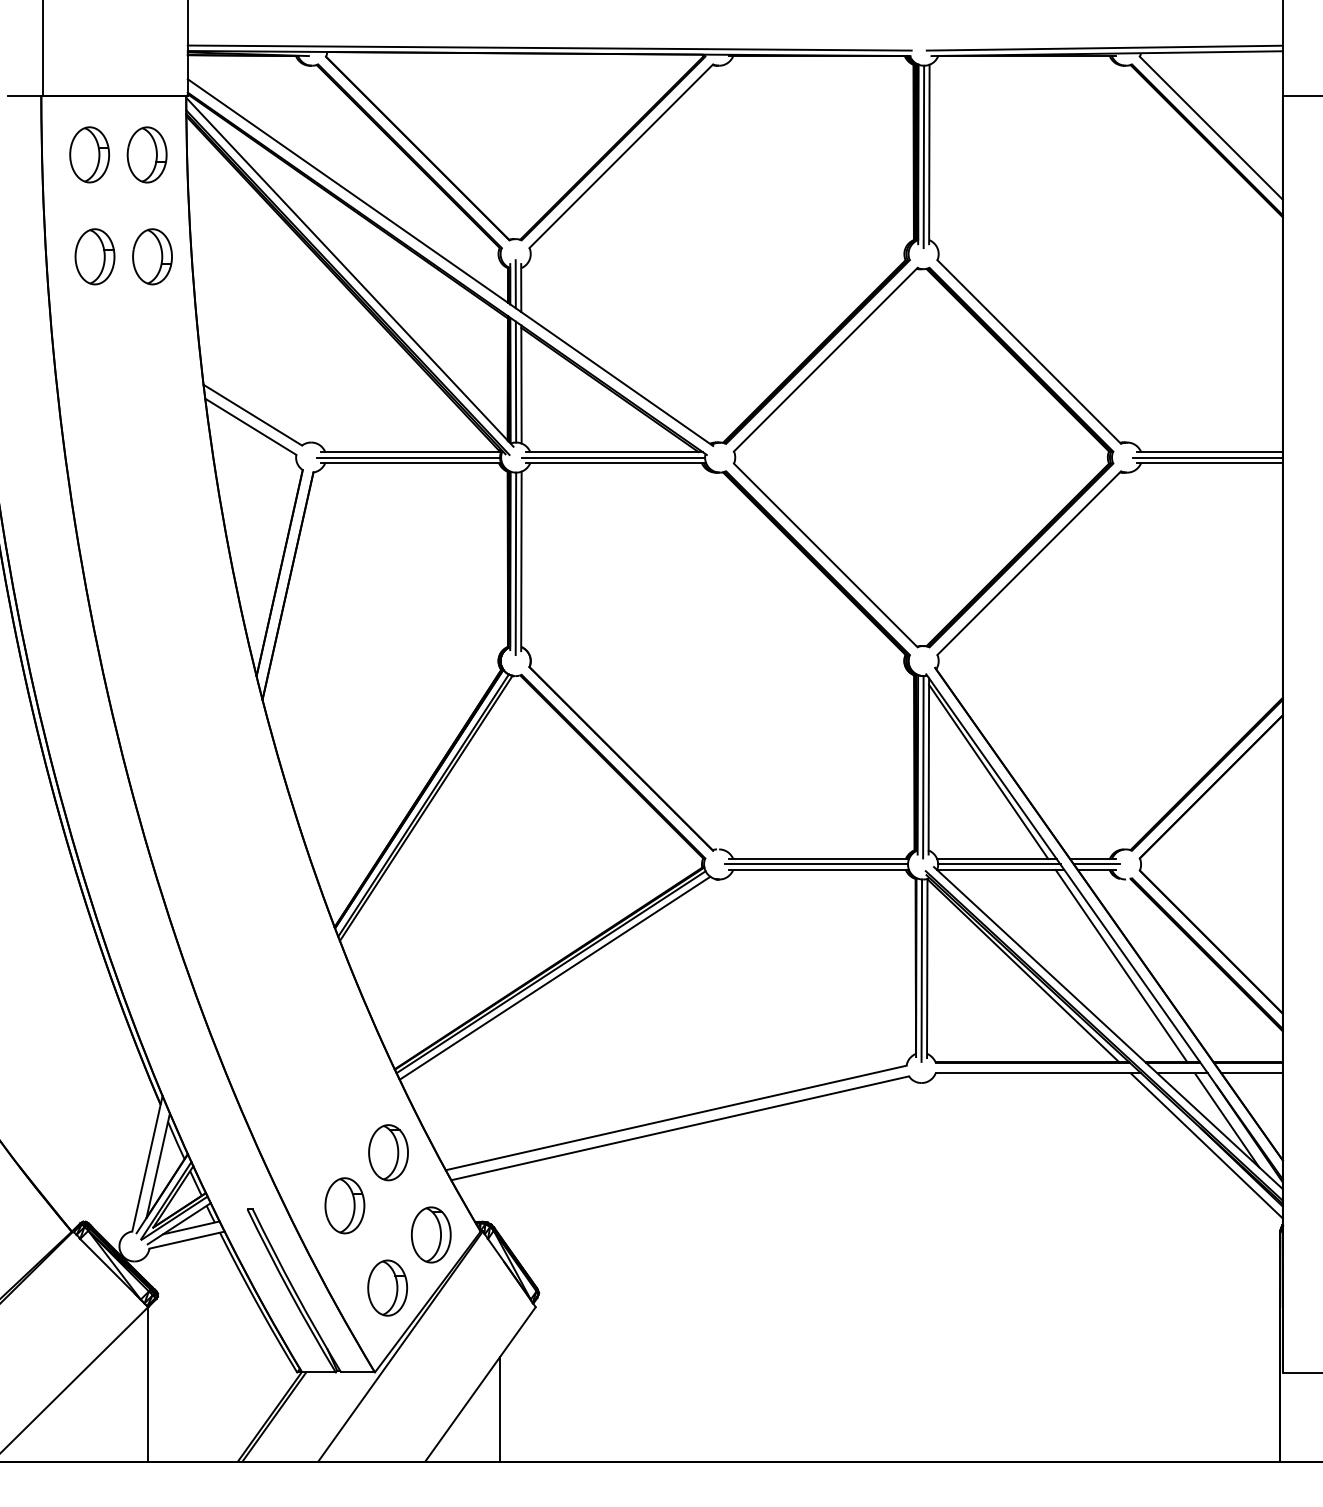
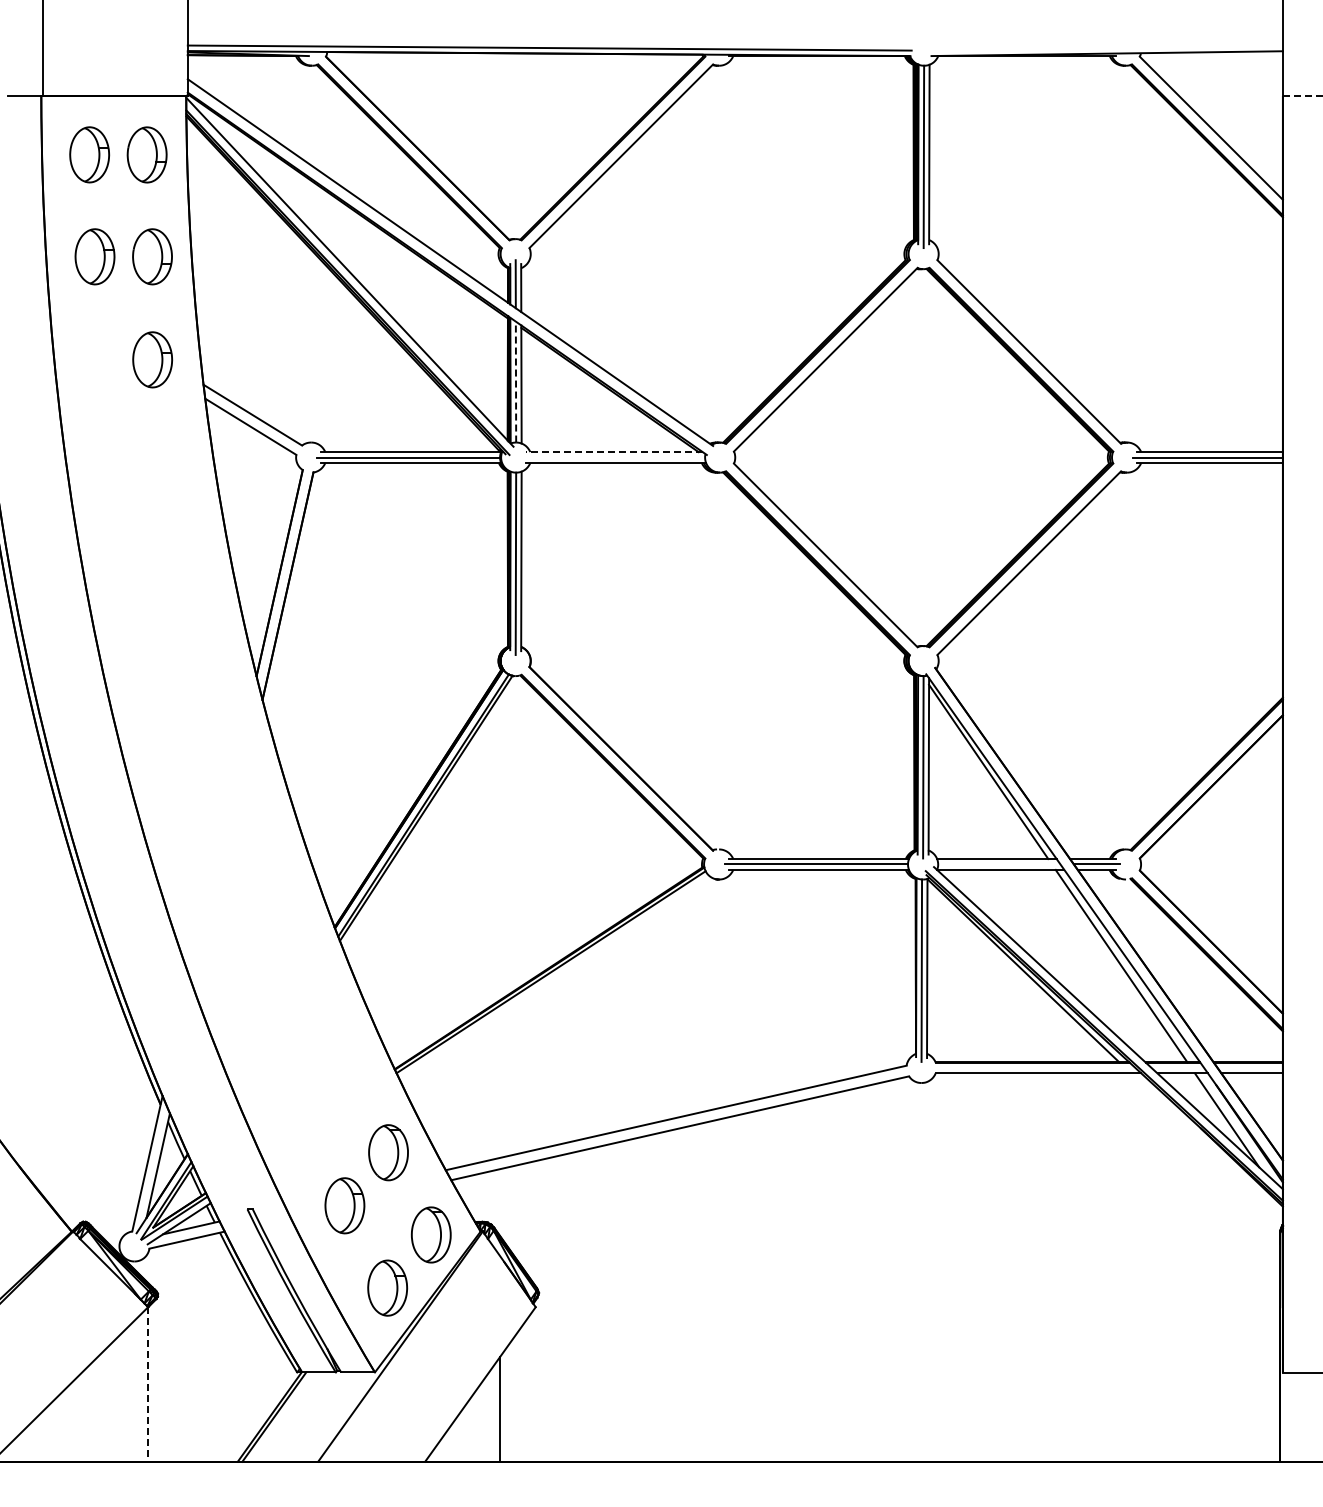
line at (1104, 47): present -> none
line at (1302, 96): solid -> dashed
part at (152, 359): none -> present
line at (516, 381): solid -> dashed
line at (613, 452): solid -> dashed
line at (613, 457): present -> none
line at (999, 864): present -> none
line at (554, 977): present -> none
line at (1206, 1145): present -> none
line at (148, 1384): solid -> dashed
